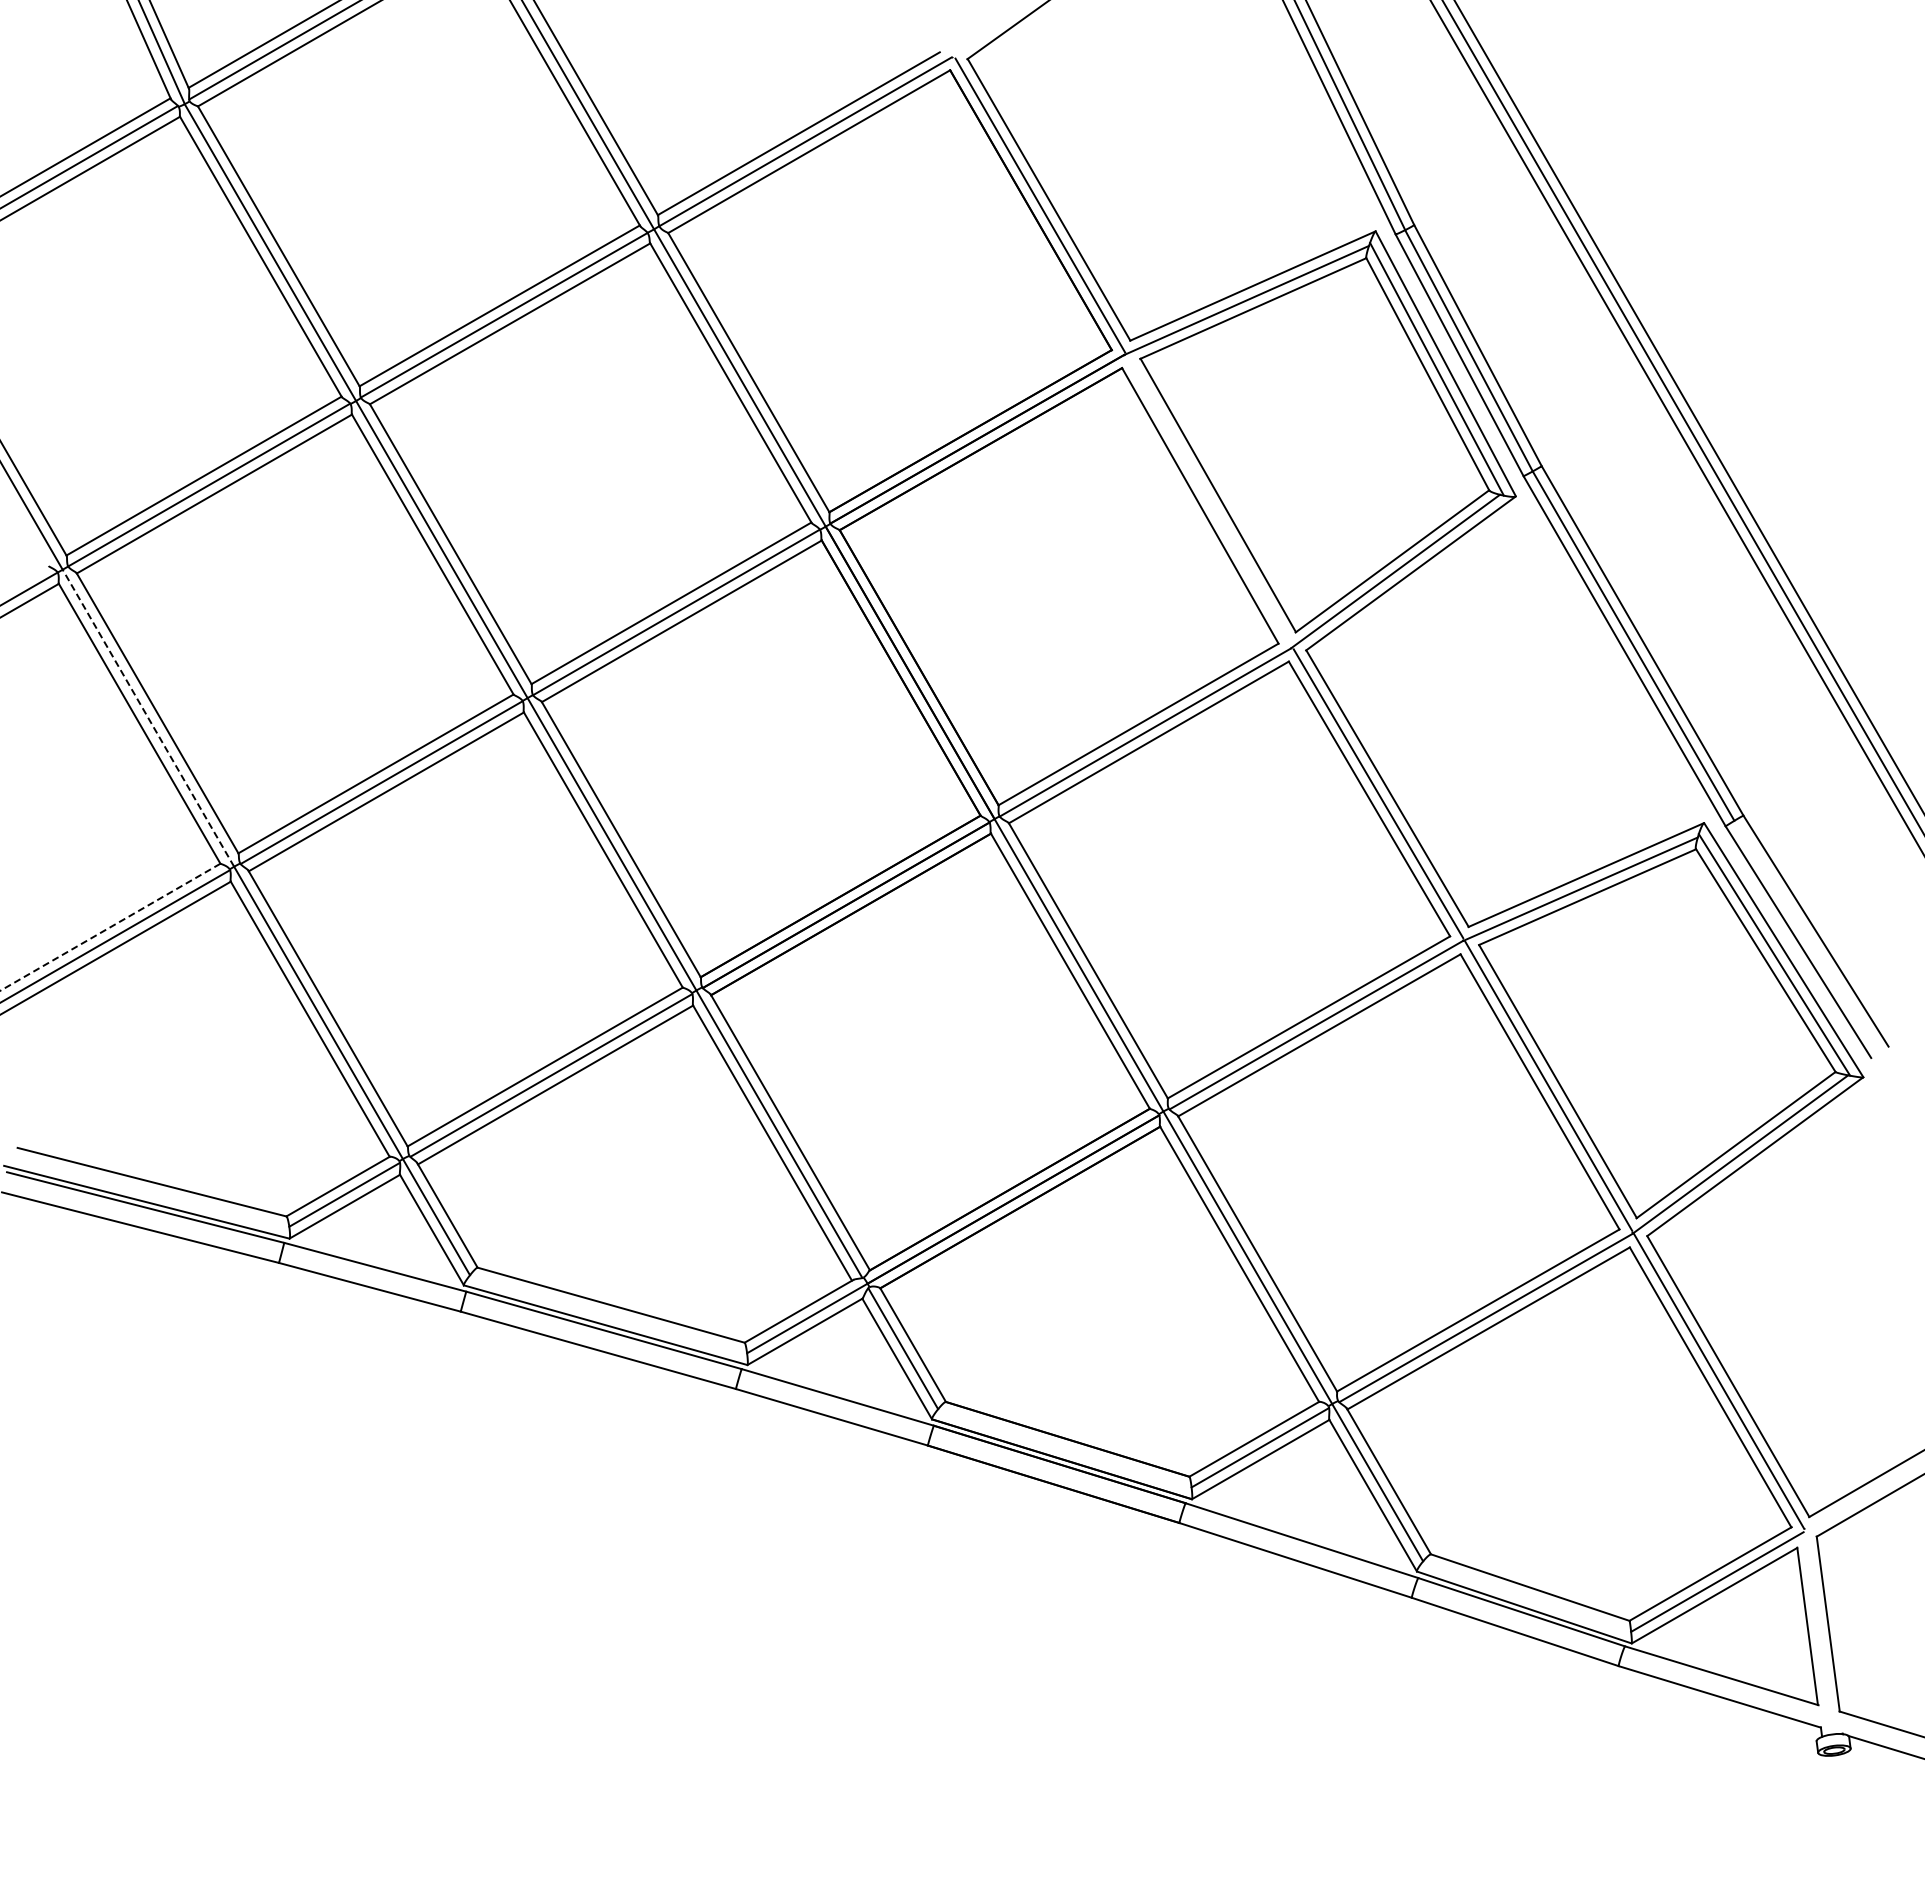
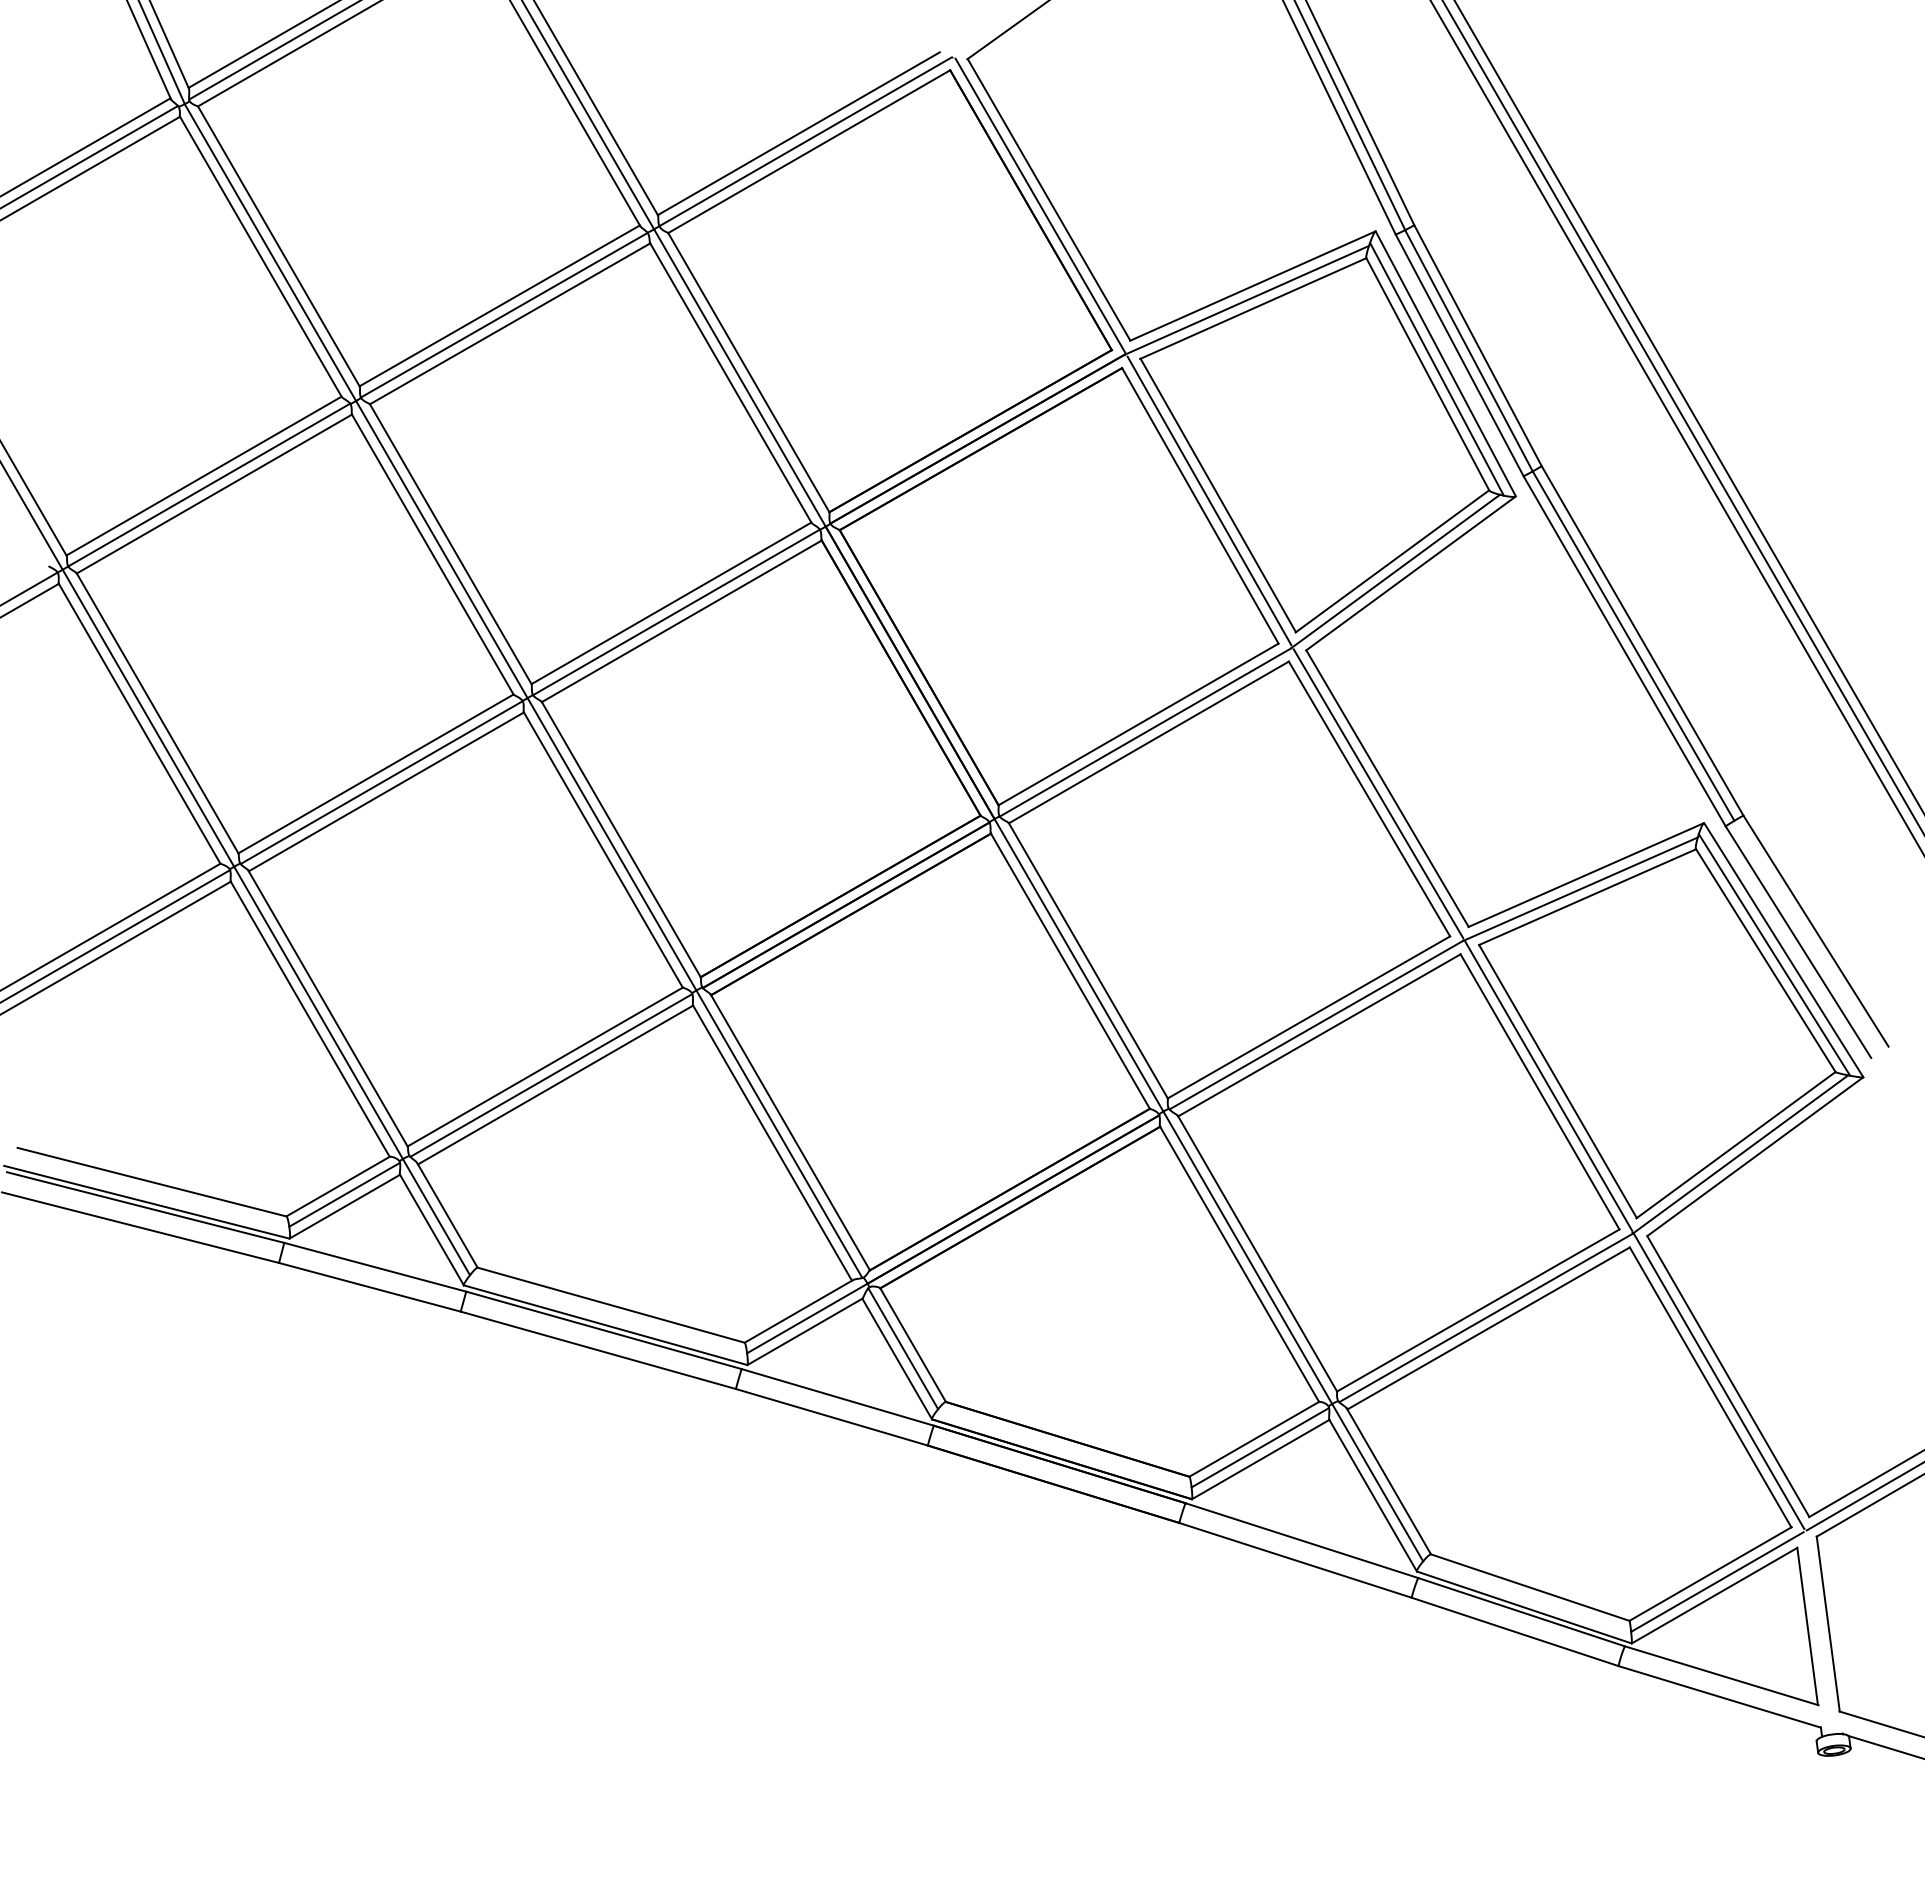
line at (1209, 500): none -> present
line at (148, 717): dashed -> solid
line at (110, 927): dashed -> solid
line at (1863, 1496): none -> present
